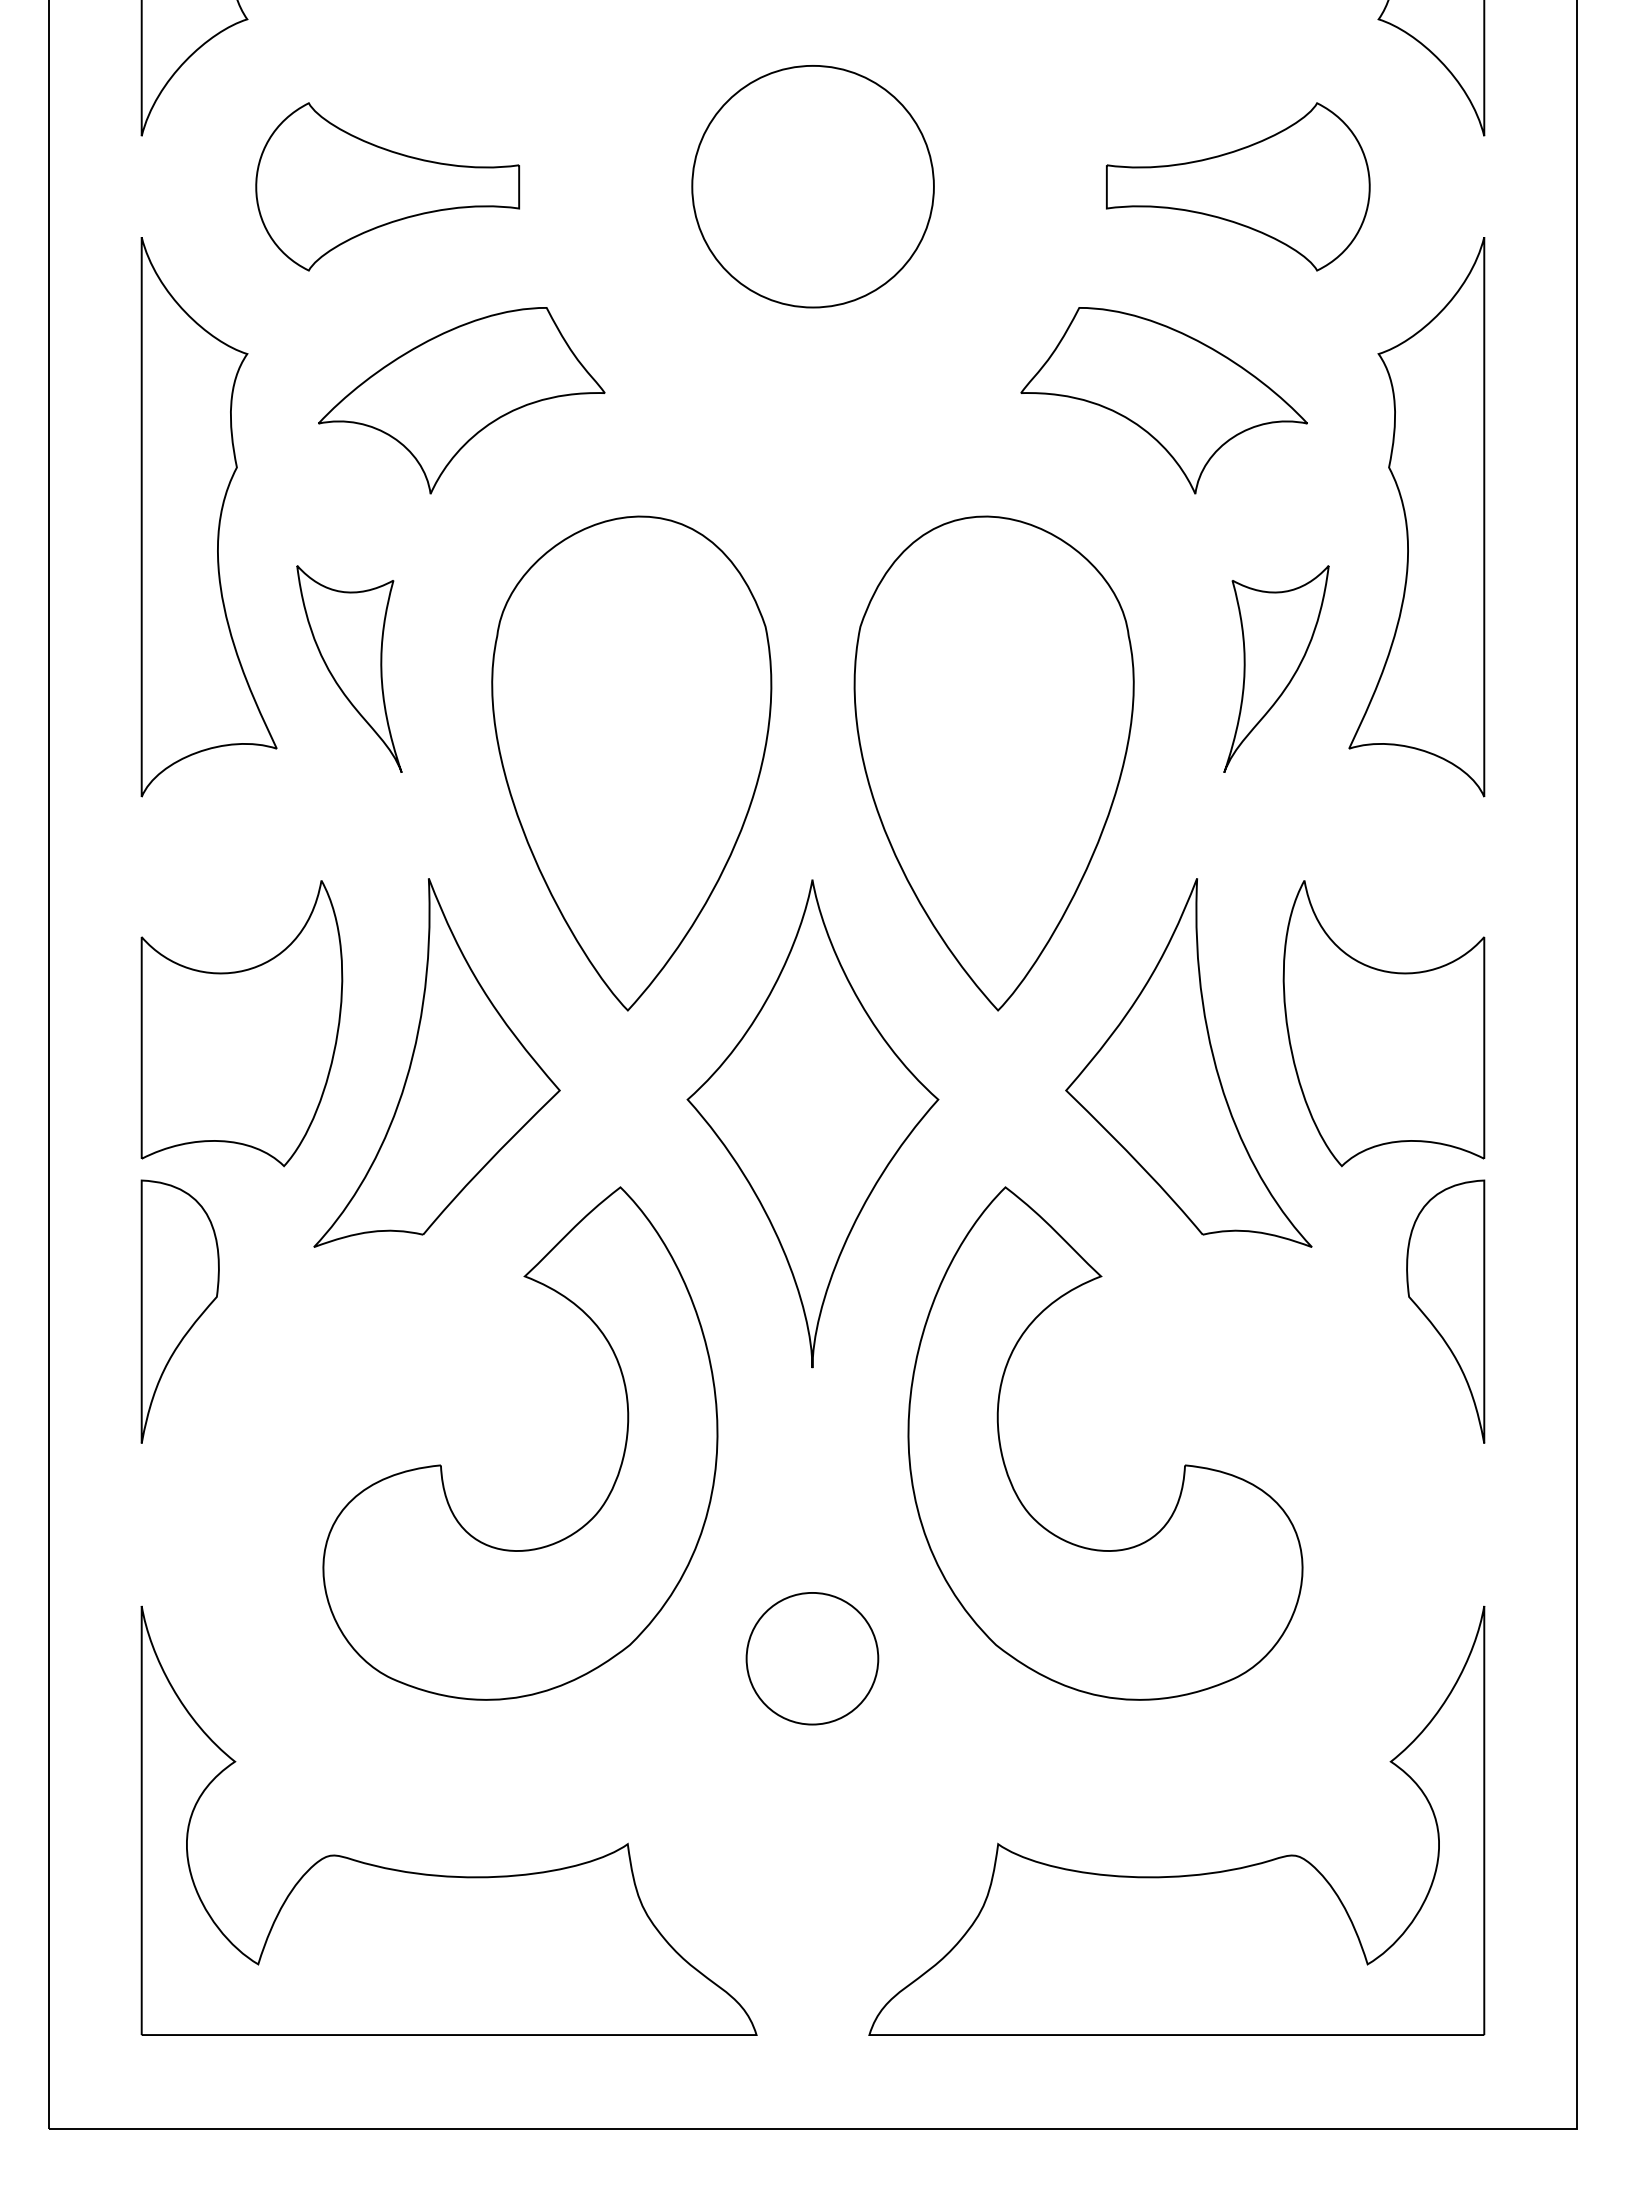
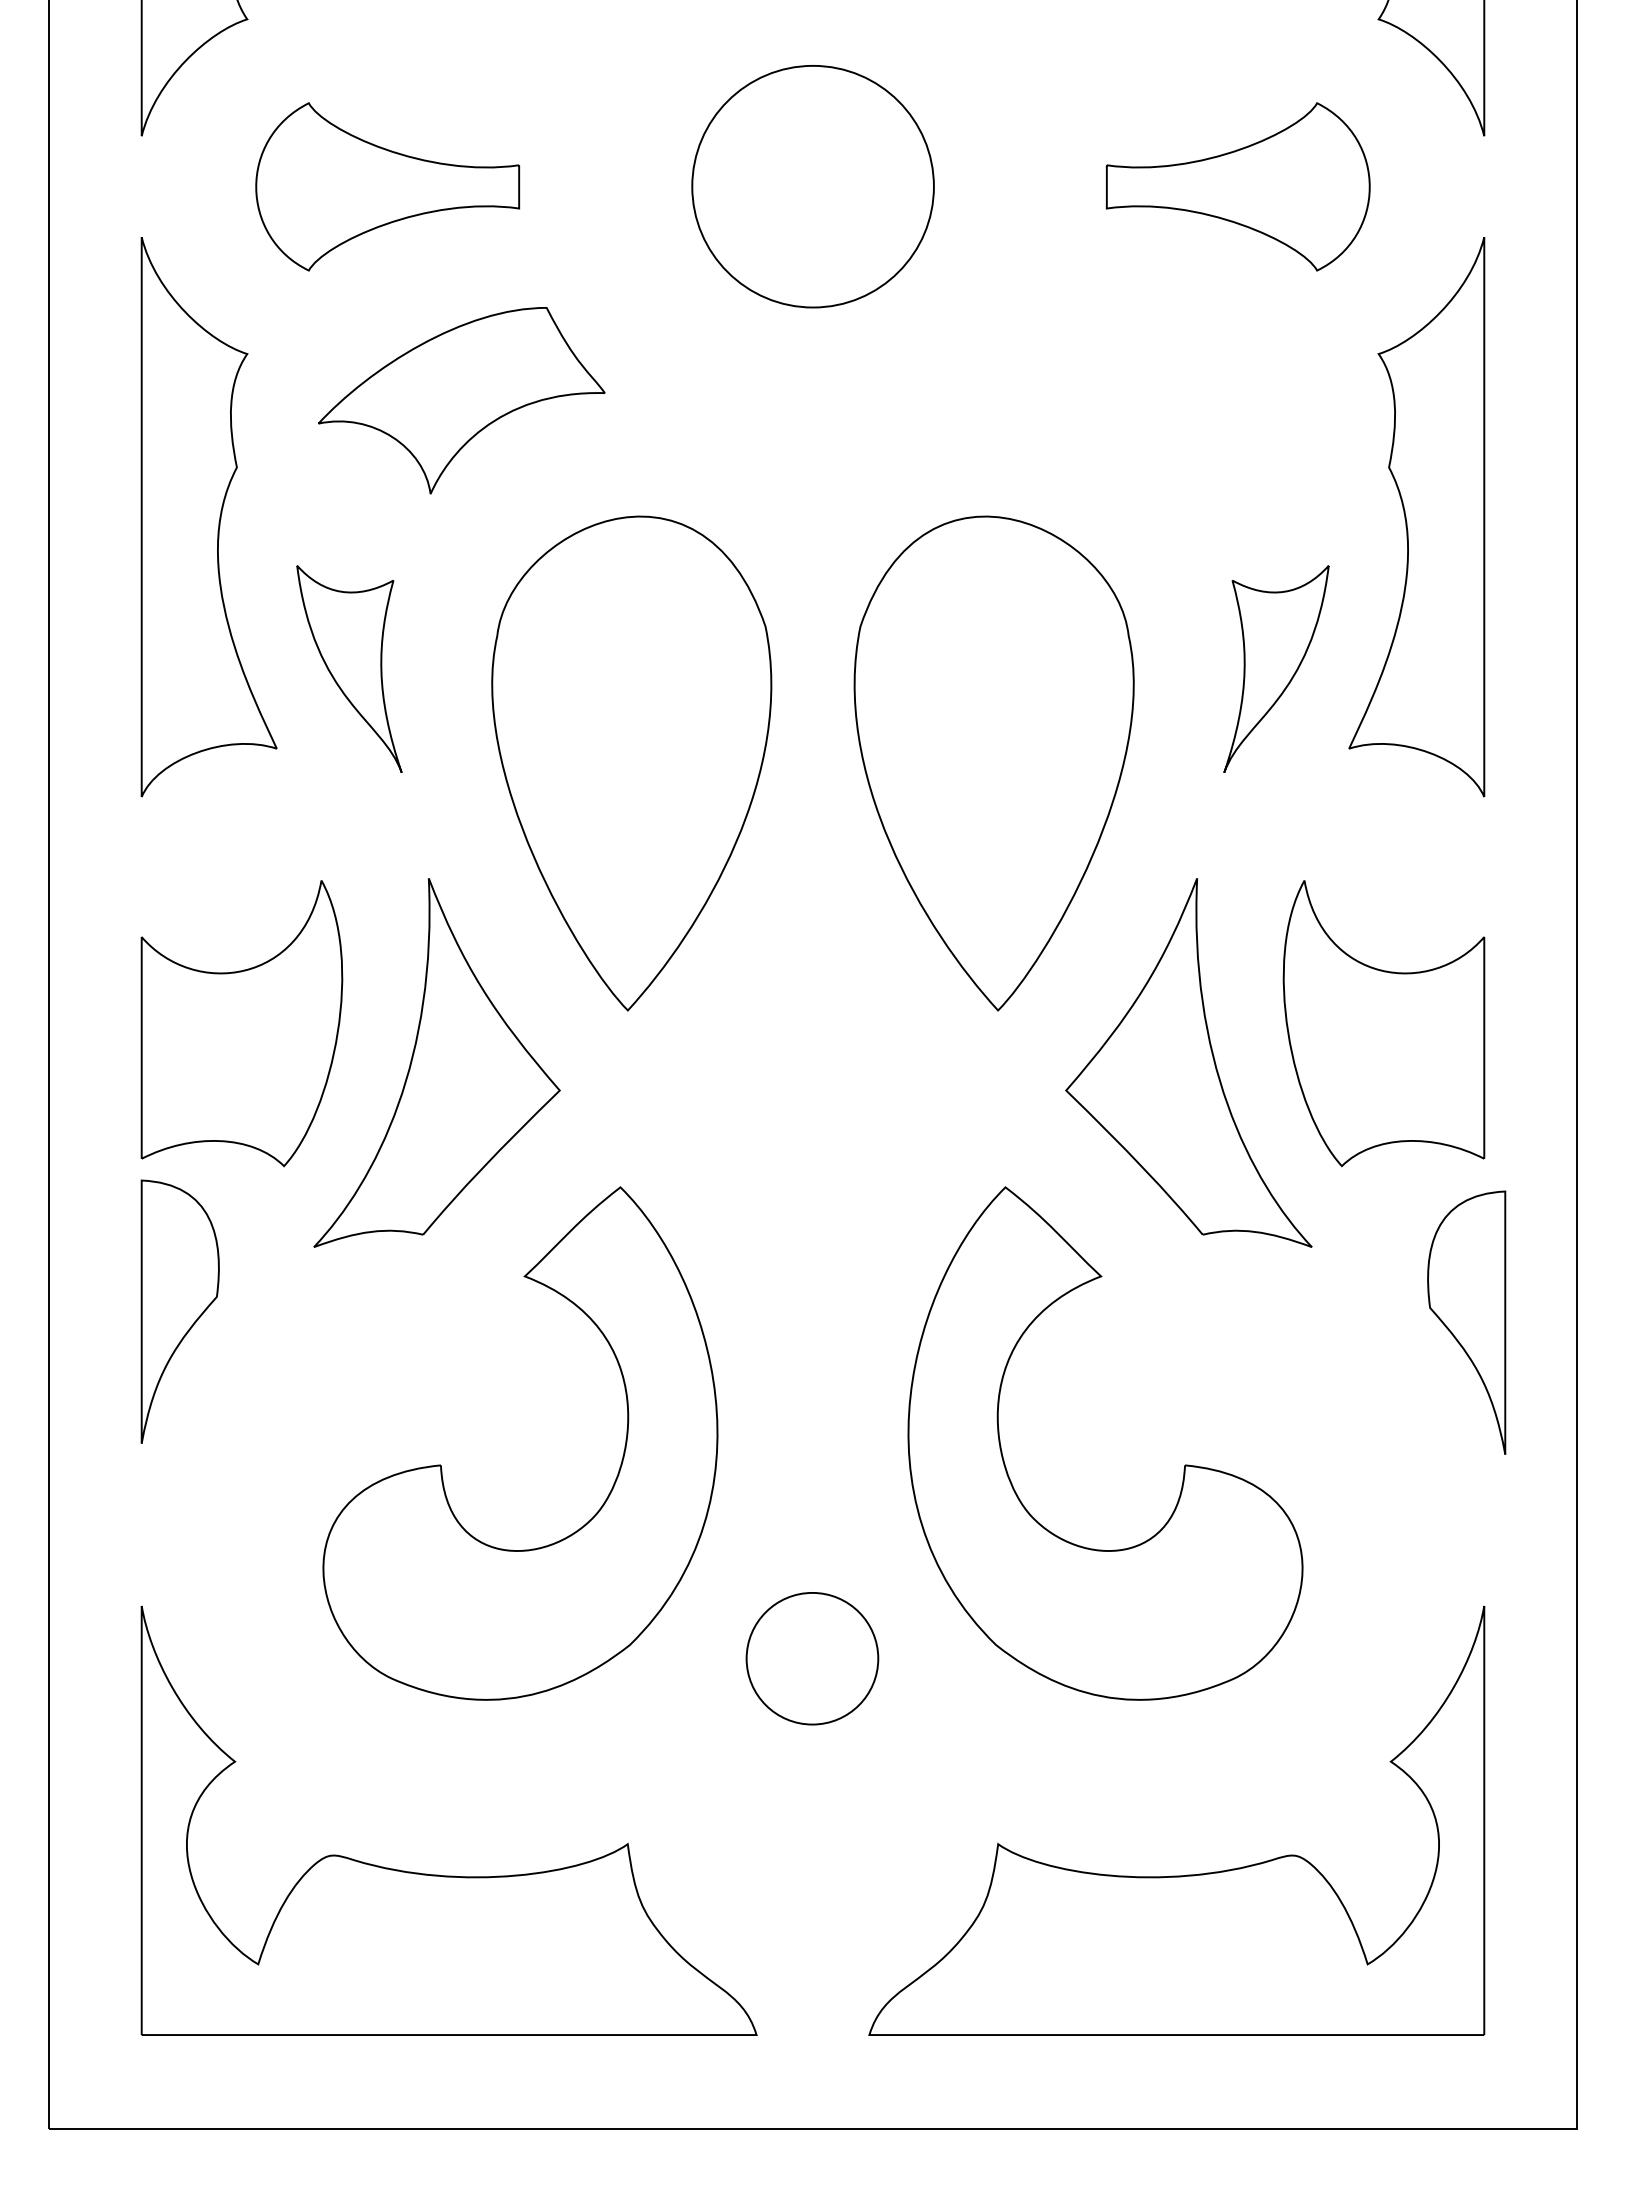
part at (1163, 400): present -> none
part at (812, 1123): present -> none
part at (1445, 1311) position: (1445, 1311) -> (1466, 1322)
